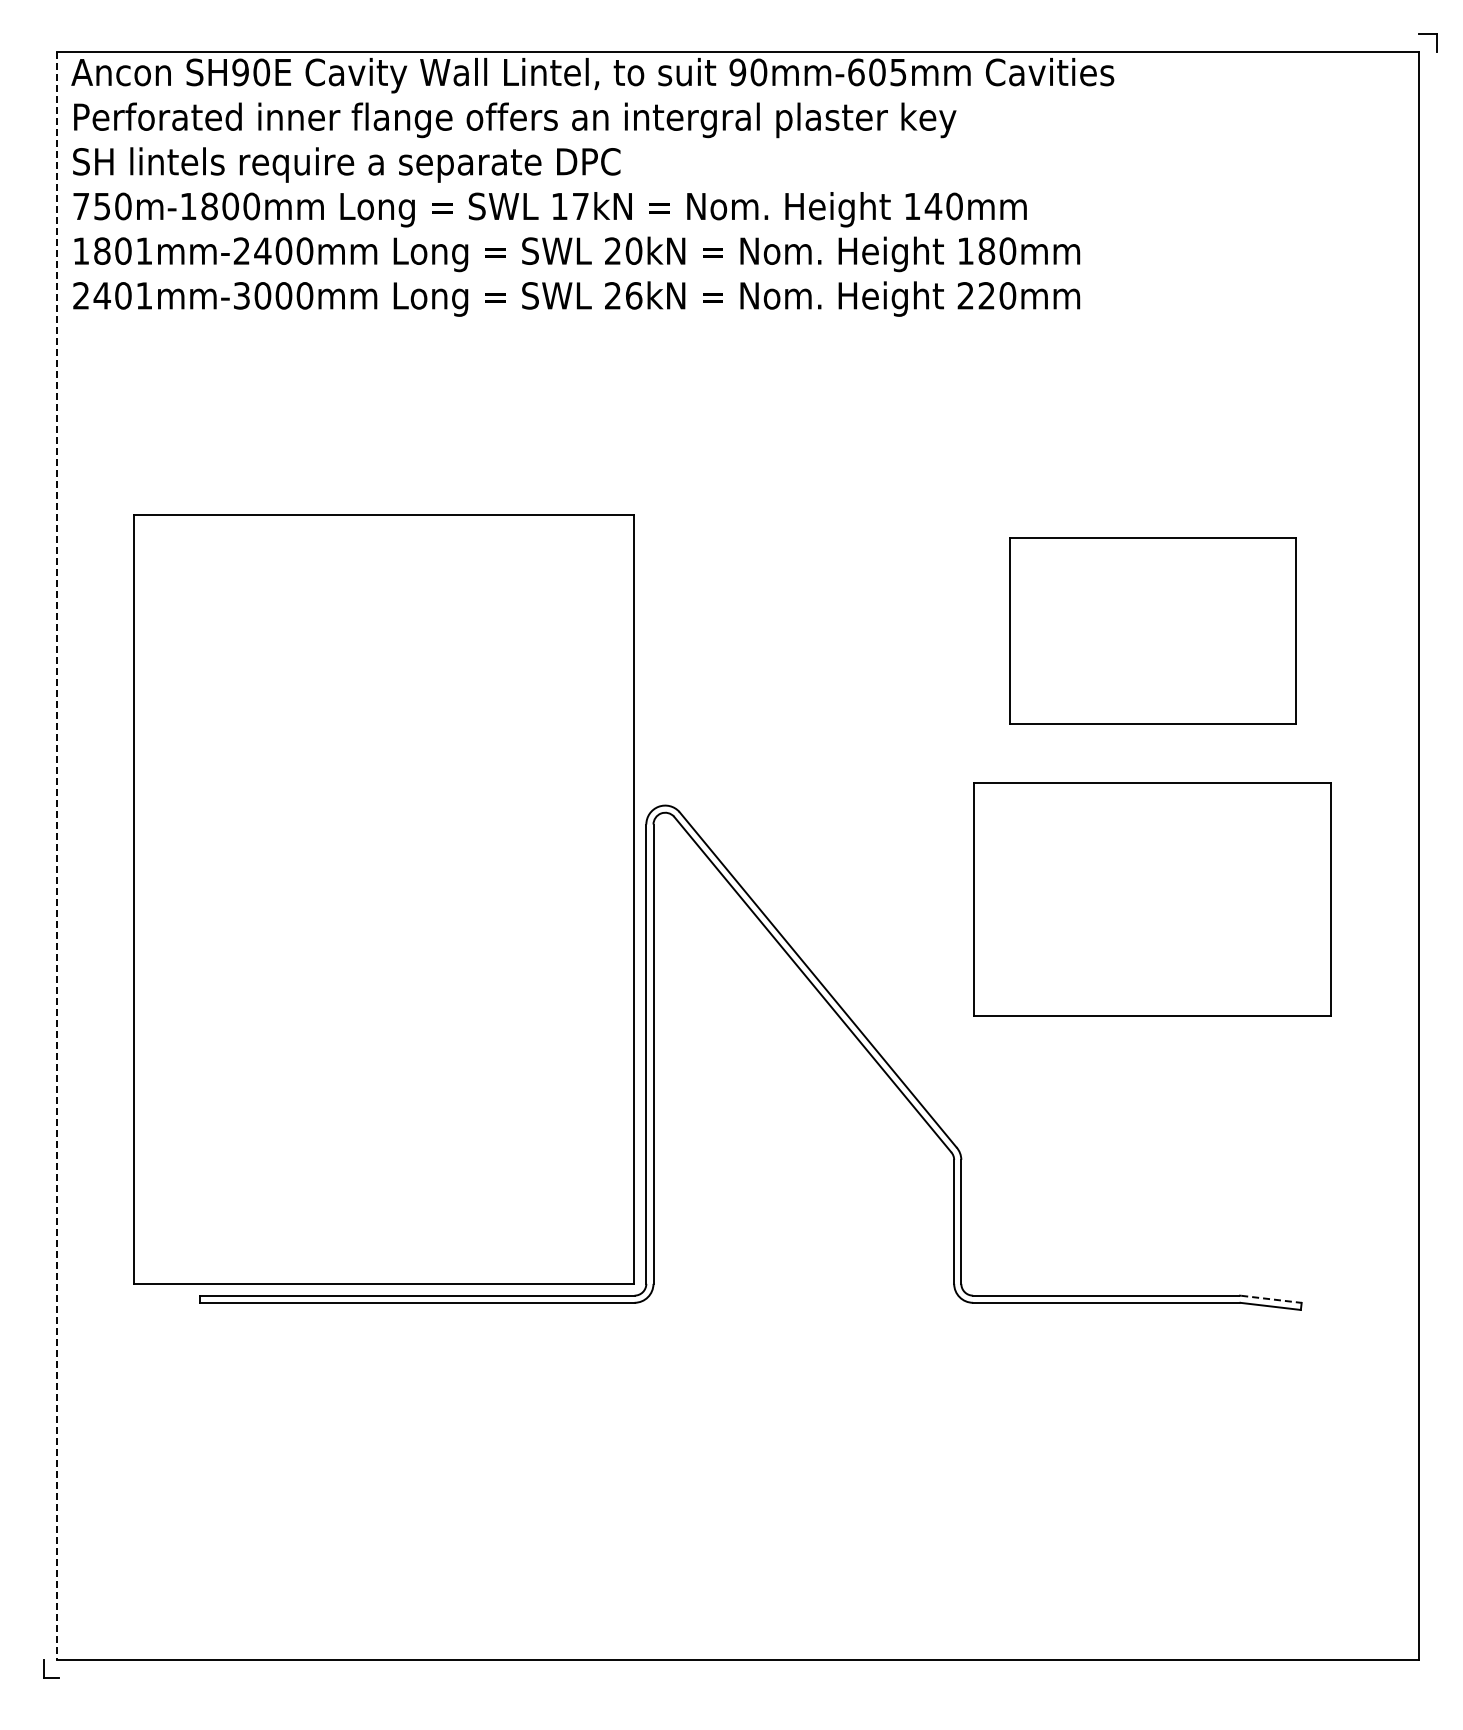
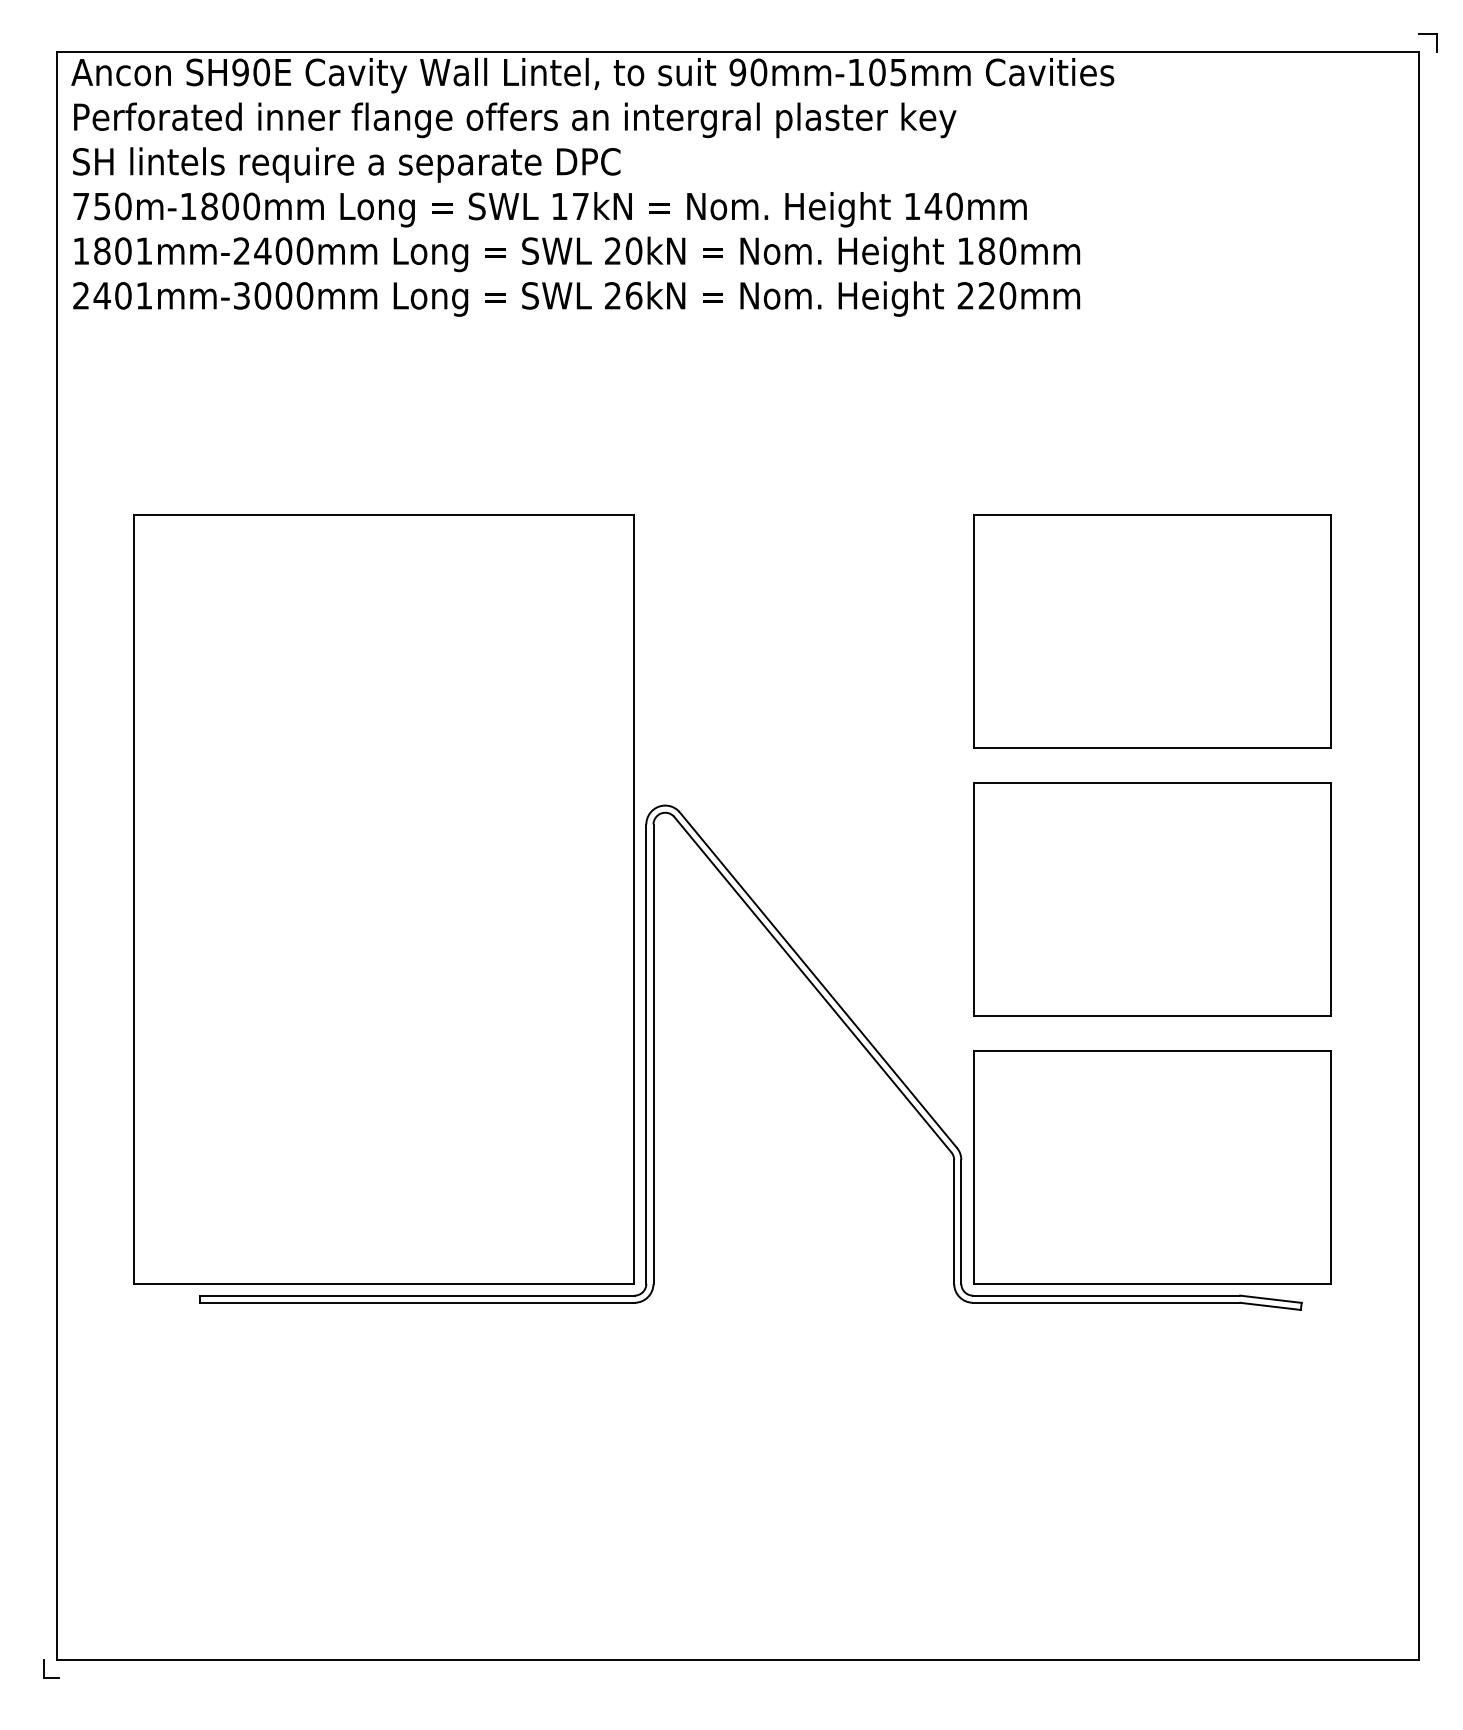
text at (856, 72): 90mm-605mm -> 90mm-105mm
part at (1152, 630) size: 288x188 px -> 359x235 px
line at (57, 856): dashed -> solid
part at (1152, 1167): none -> present
line at (1271, 1299): dashed -> solid
